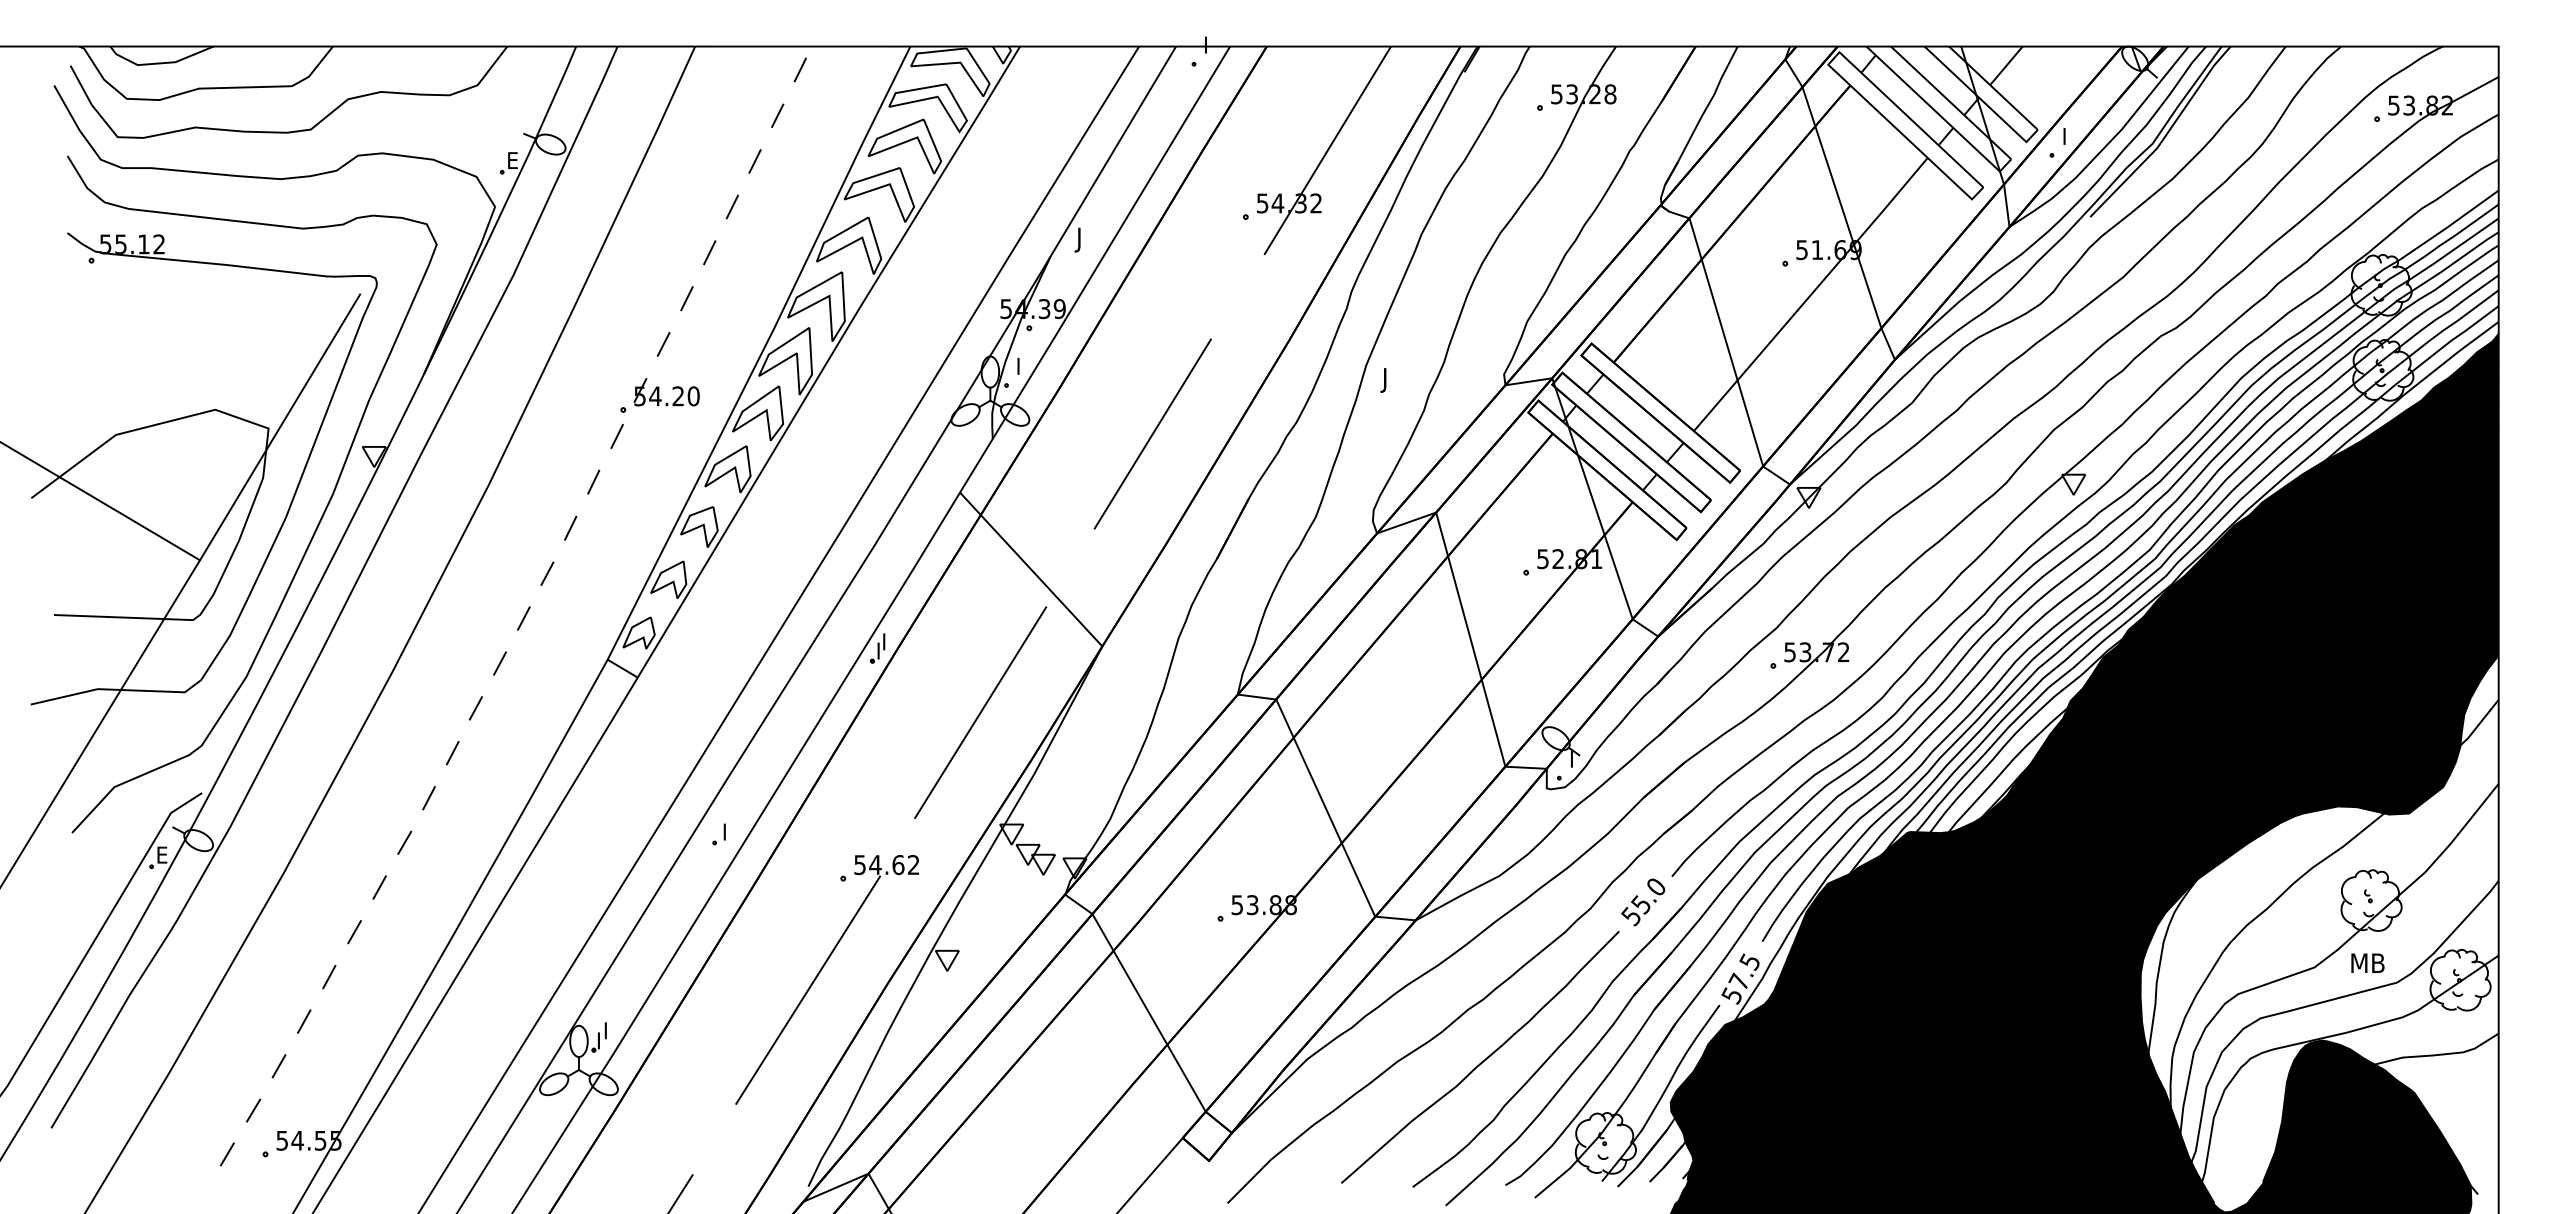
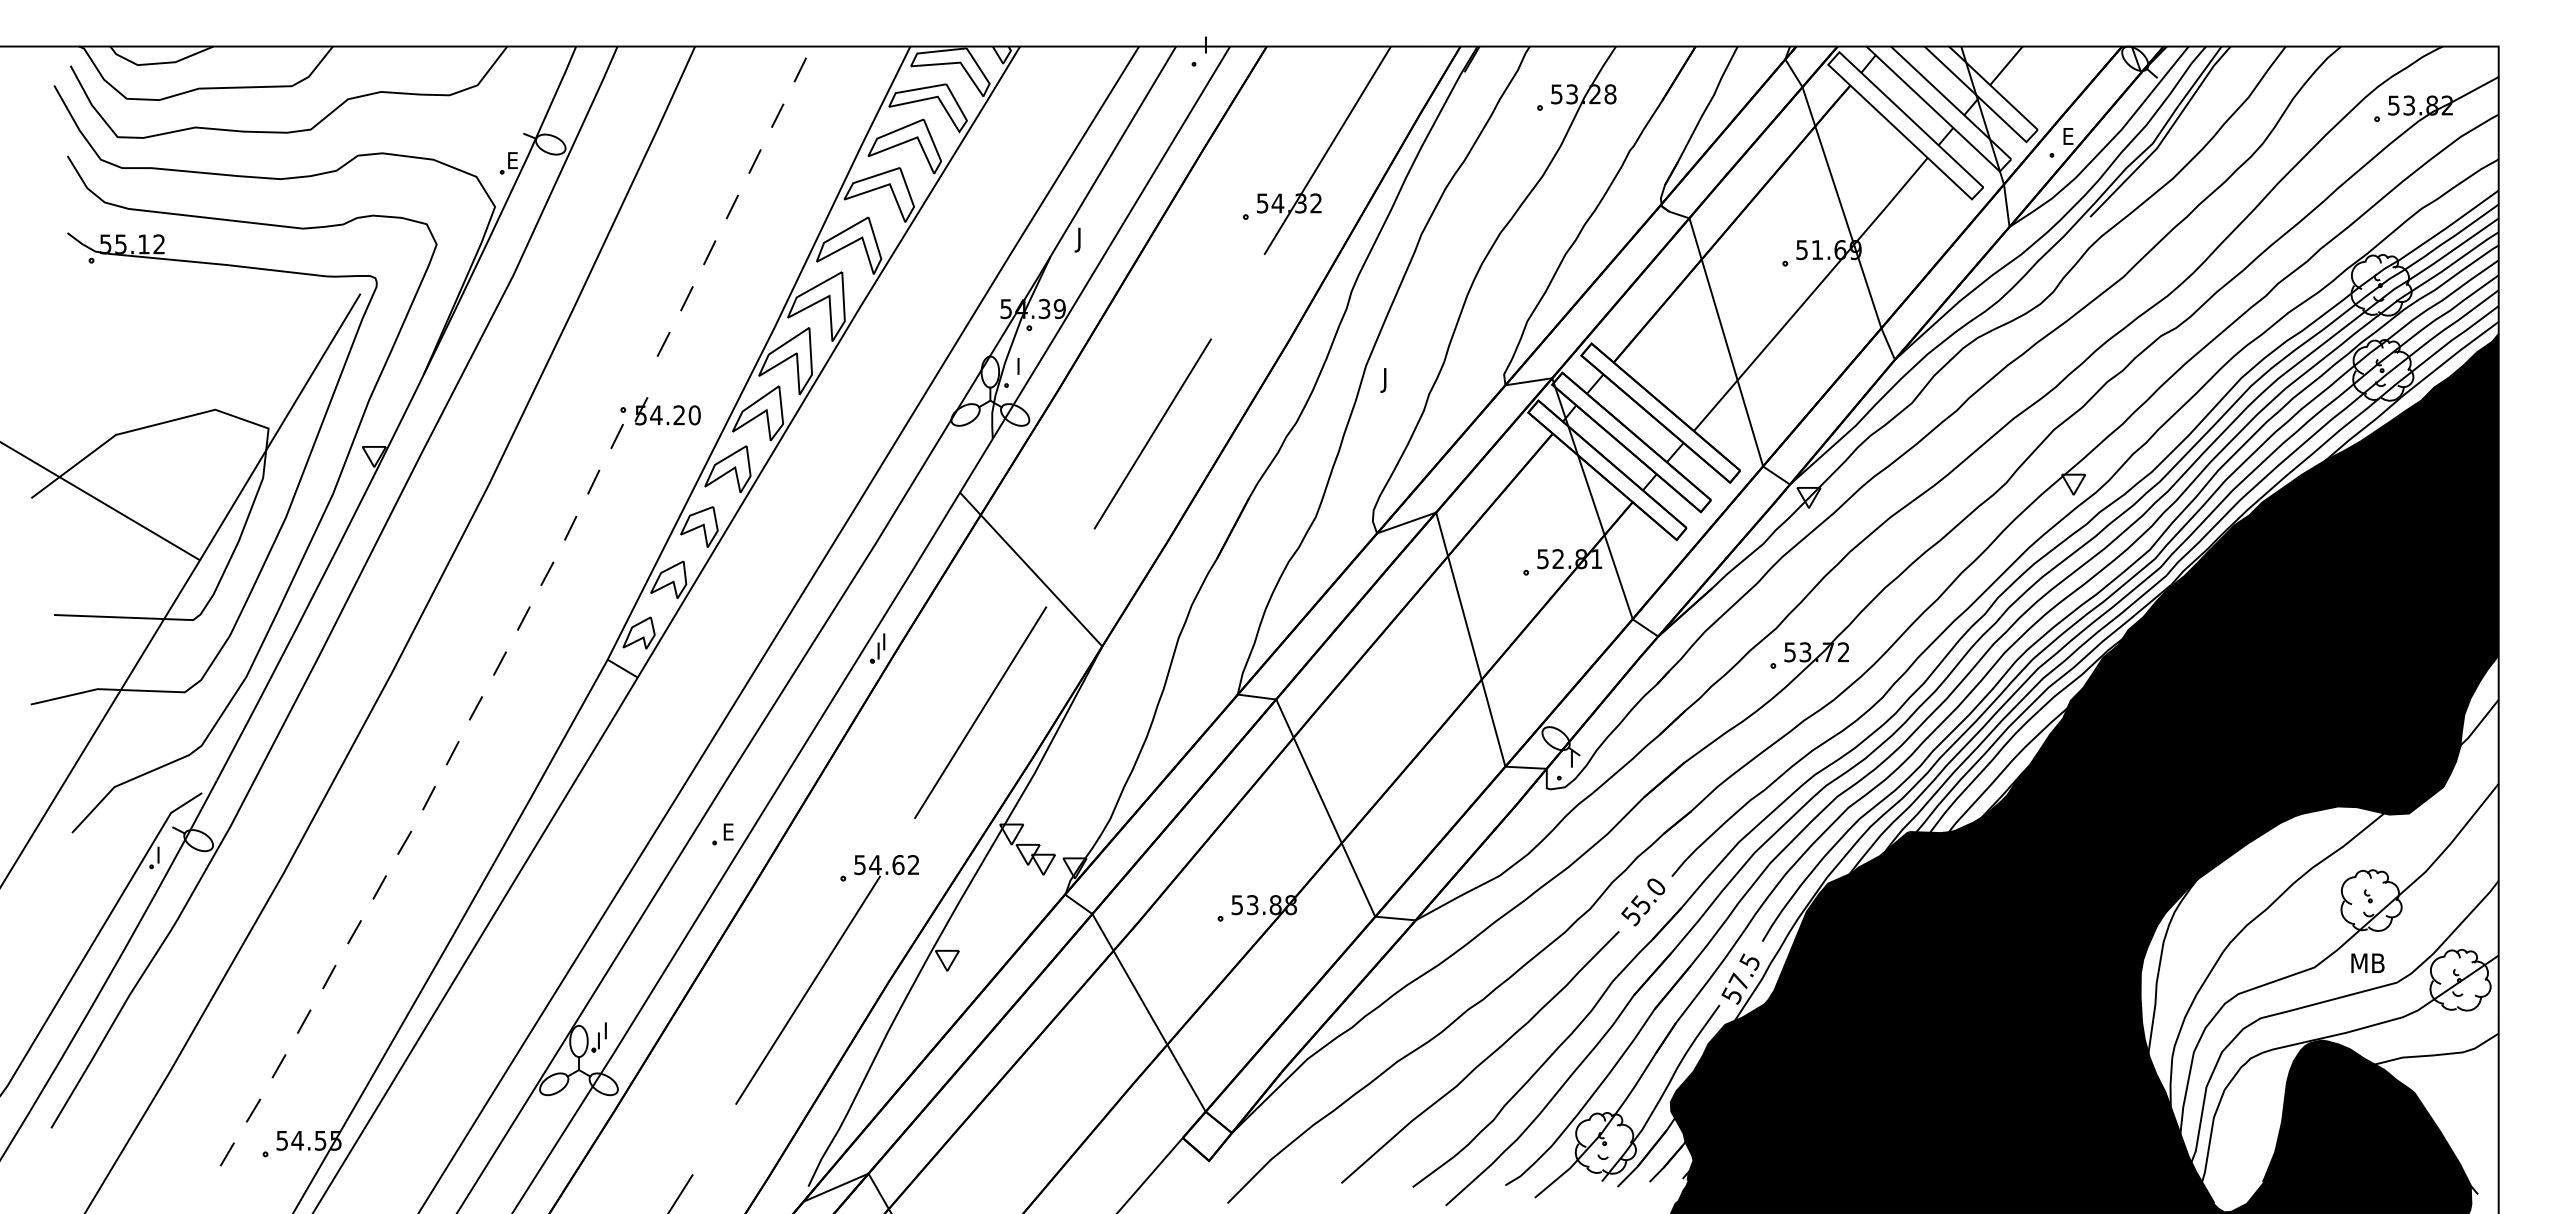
text at (2069, 136): I -> E
part at (672, 389) position: (672, 389) -> (673, 408)
text at (729, 831): I -> E
text at (163, 854): E -> I
